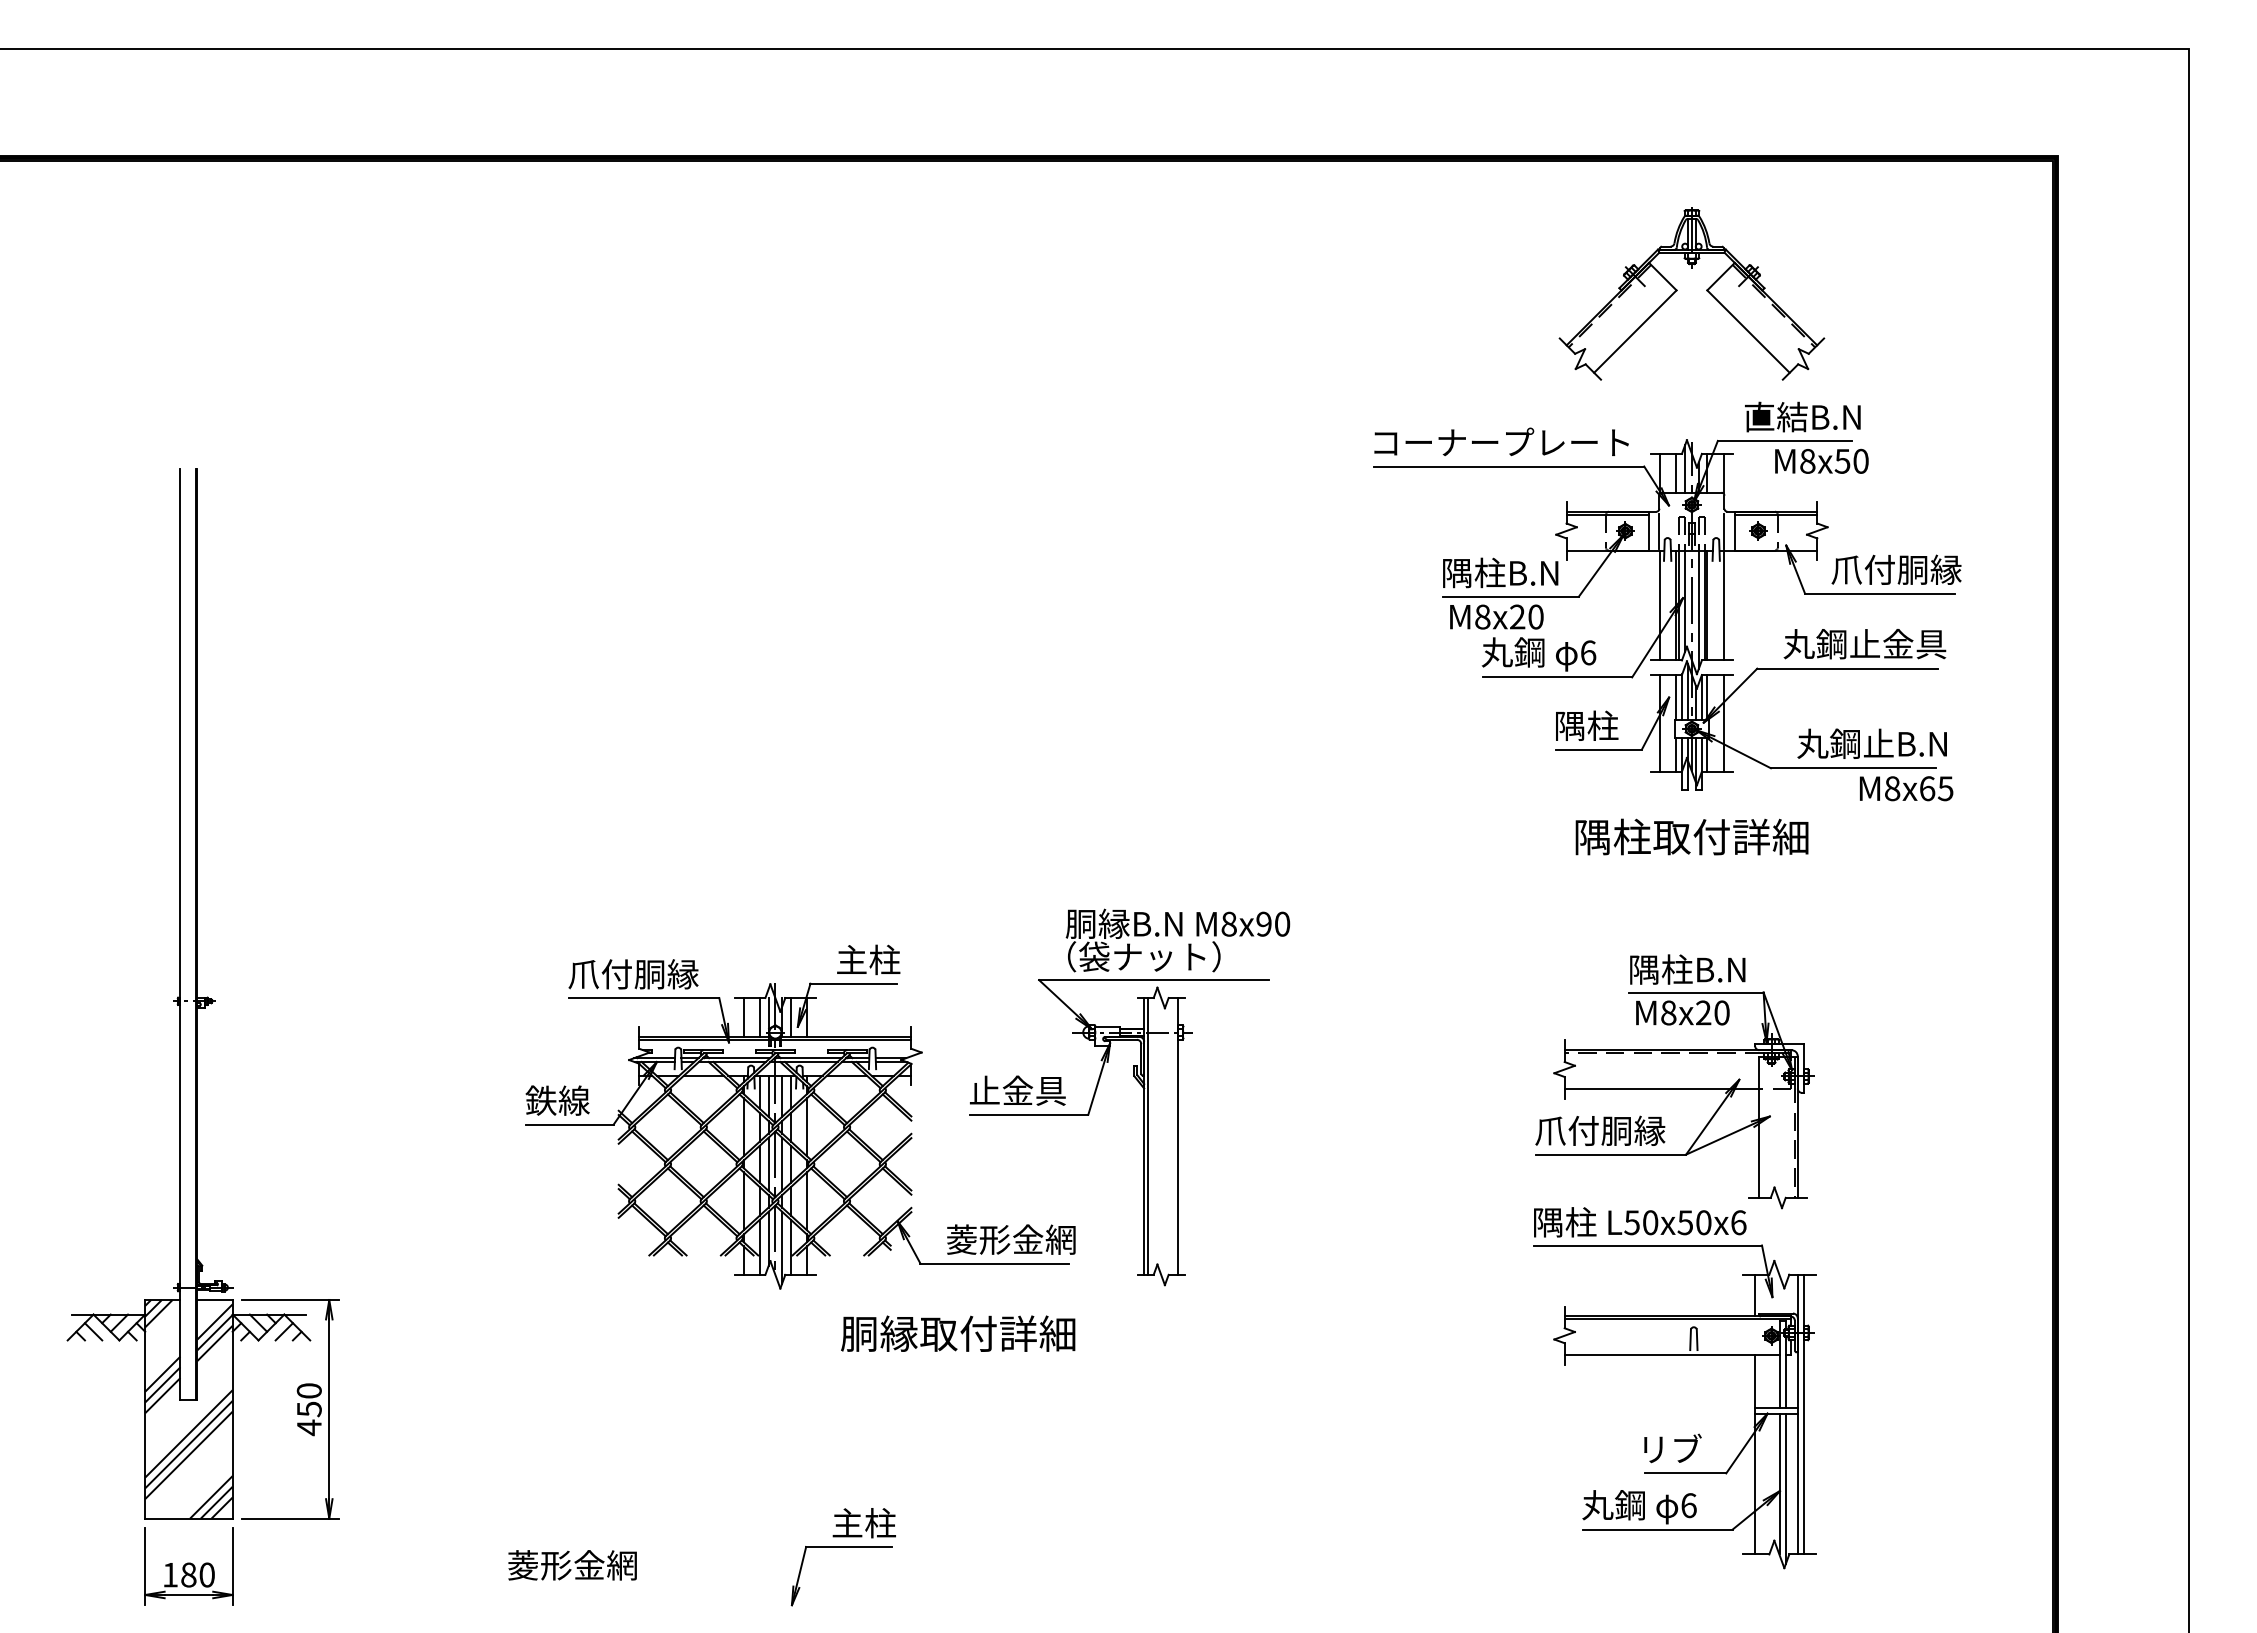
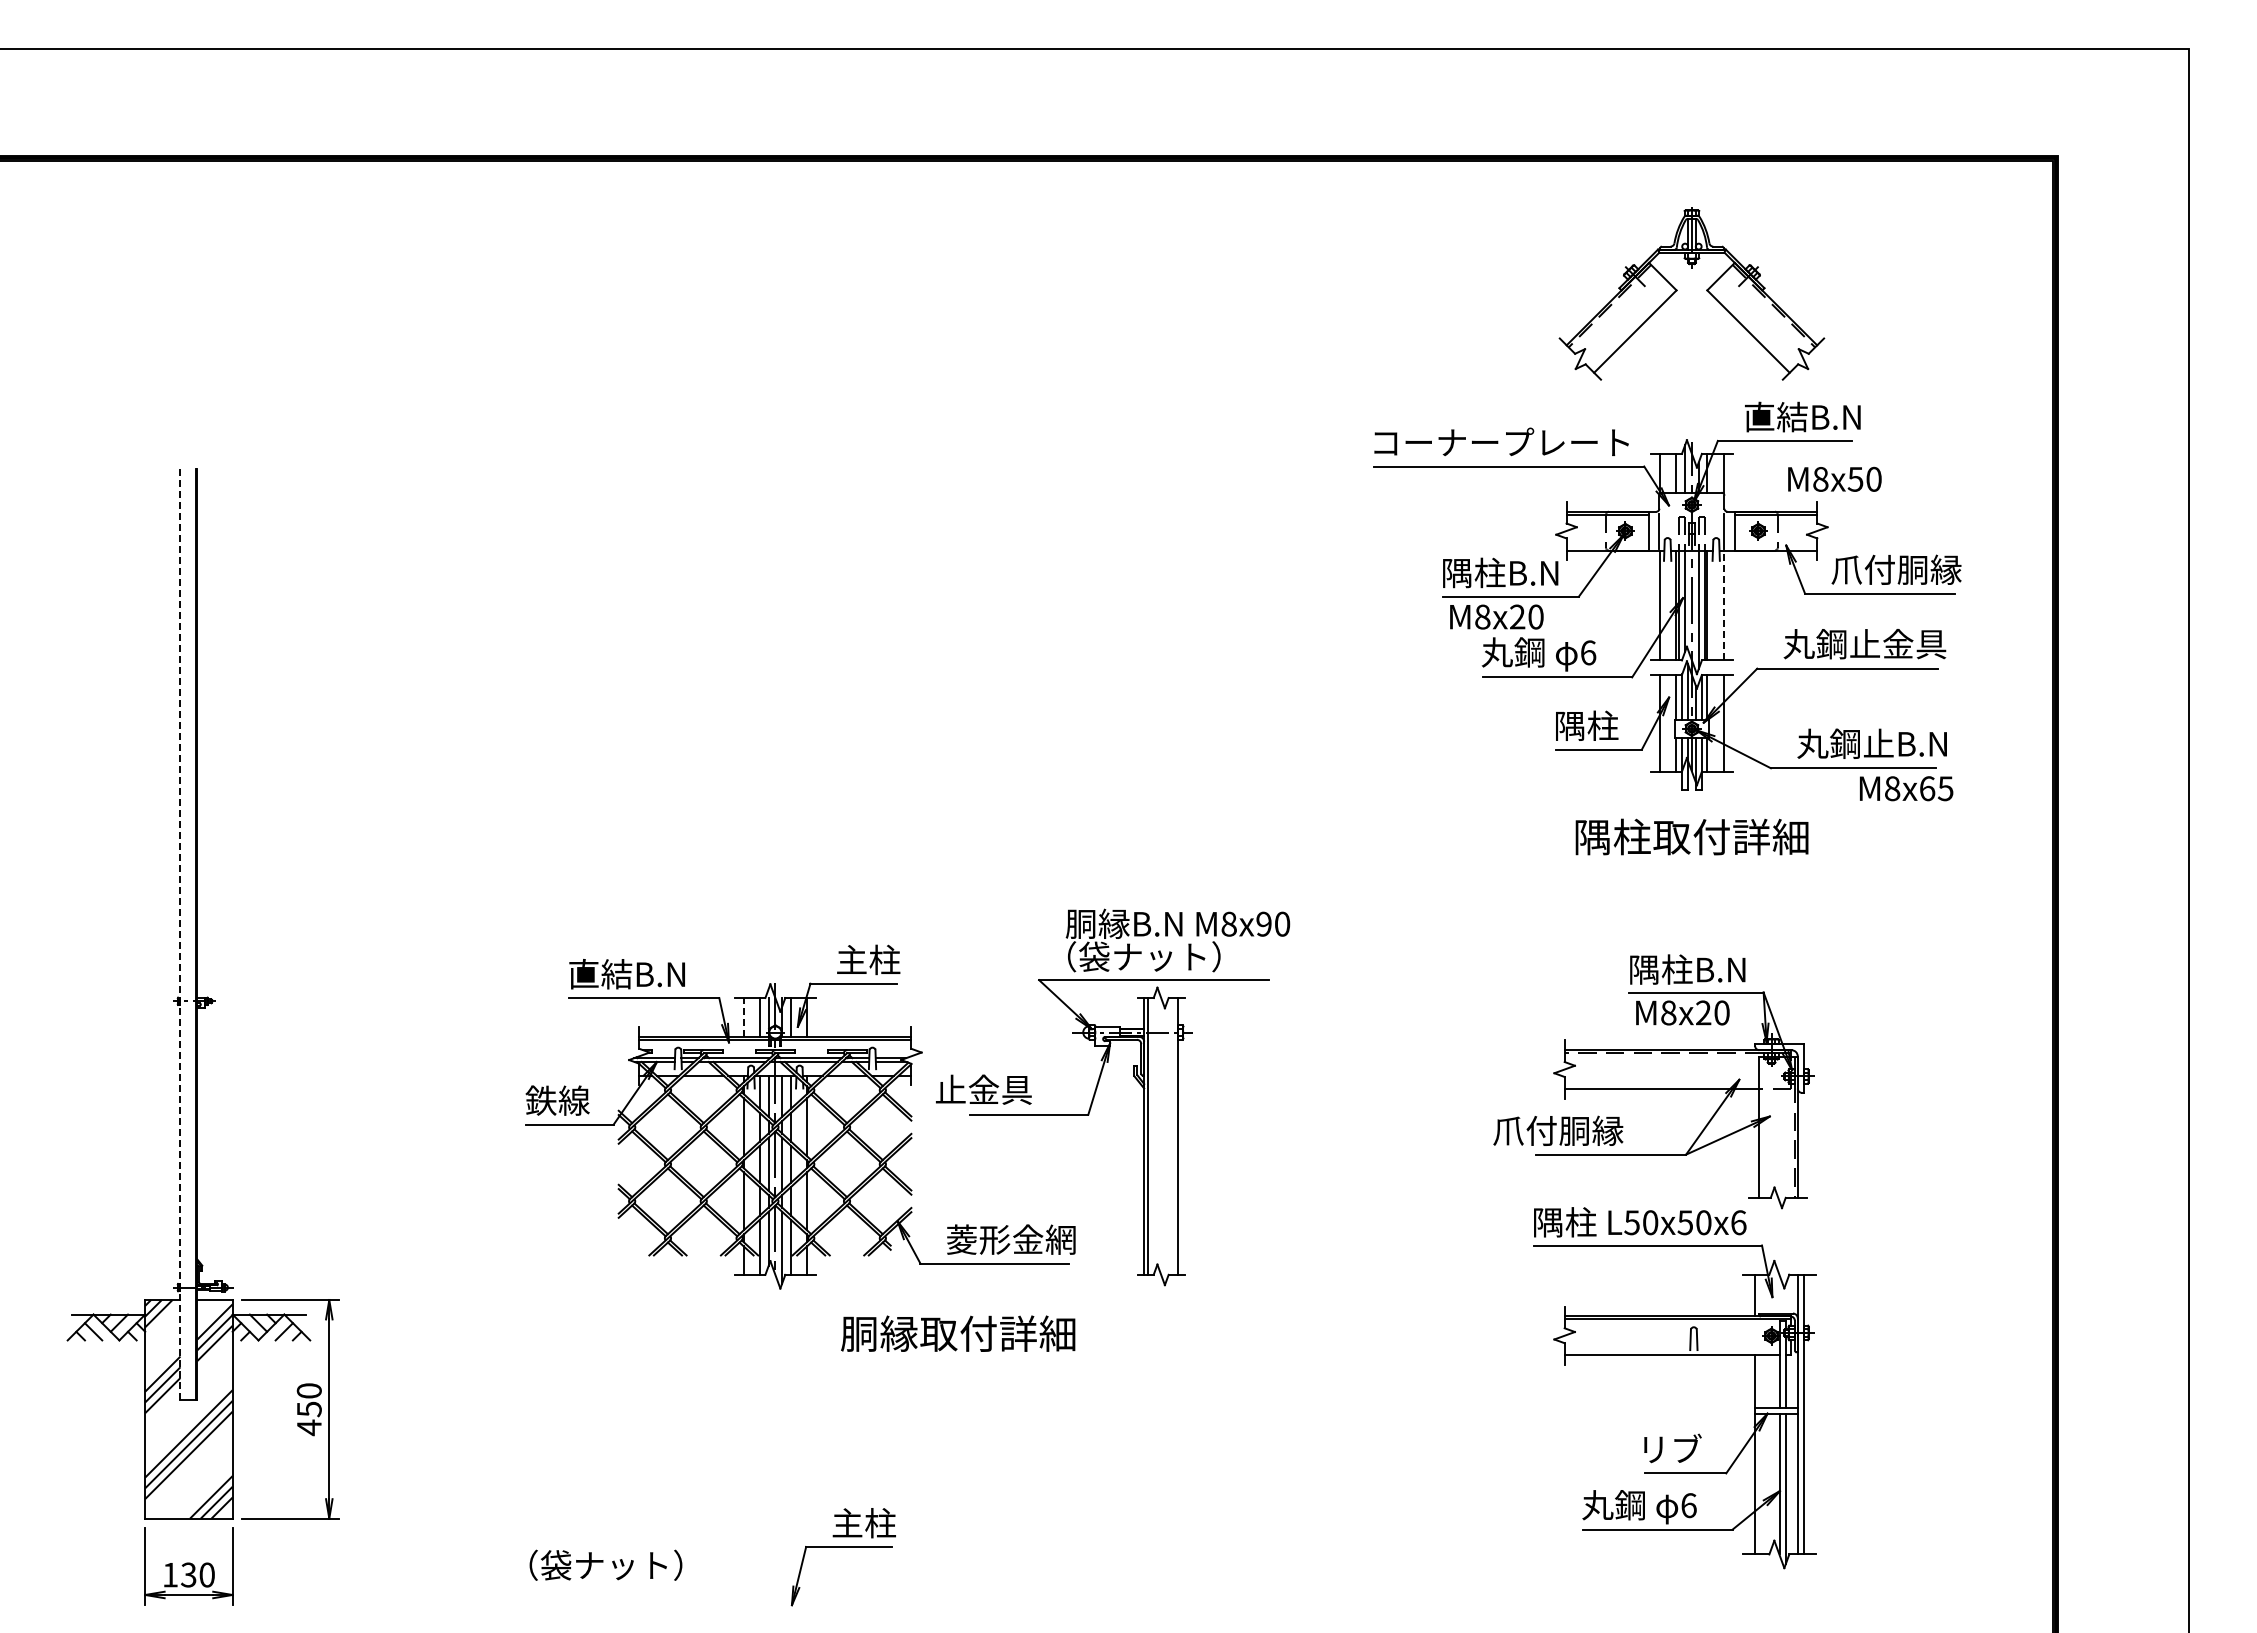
text at (1821, 460) position: (1821, 460) -> (1834, 478)
line at (1723, 605): solid -> dashed
line at (180, 934): solid -> dashed
text at (633, 973): 爪付胴縁 -> 直結B.N
line at (743, 1016): solid -> dashed
text at (1017, 1090) position: (1017, 1090) -> (983, 1089)
text at (1600, 1130) position: (1600, 1130) -> (1558, 1130)
text at (595, 1564): 菱形金網 -> （袋ナット）
text at (188, 1574): 180 -> 130
